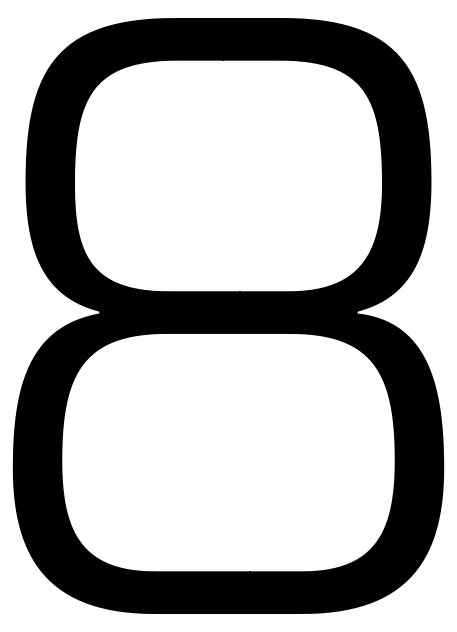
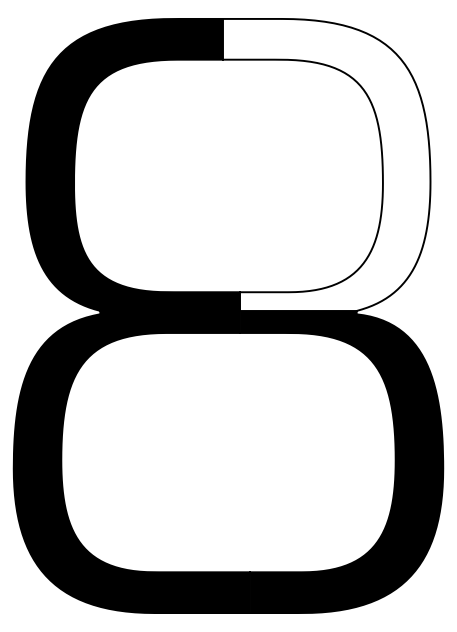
fill at (326, 164): present -> none
